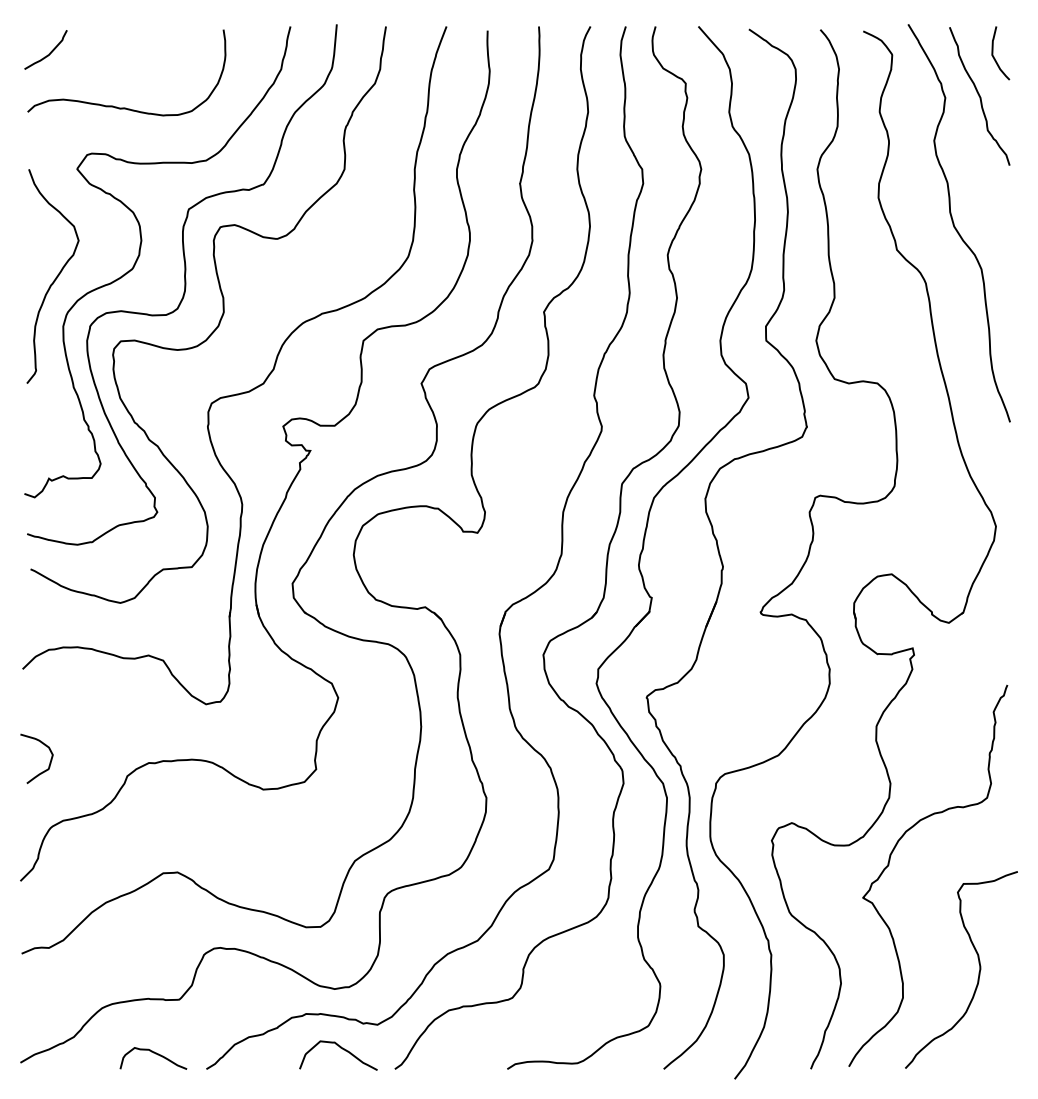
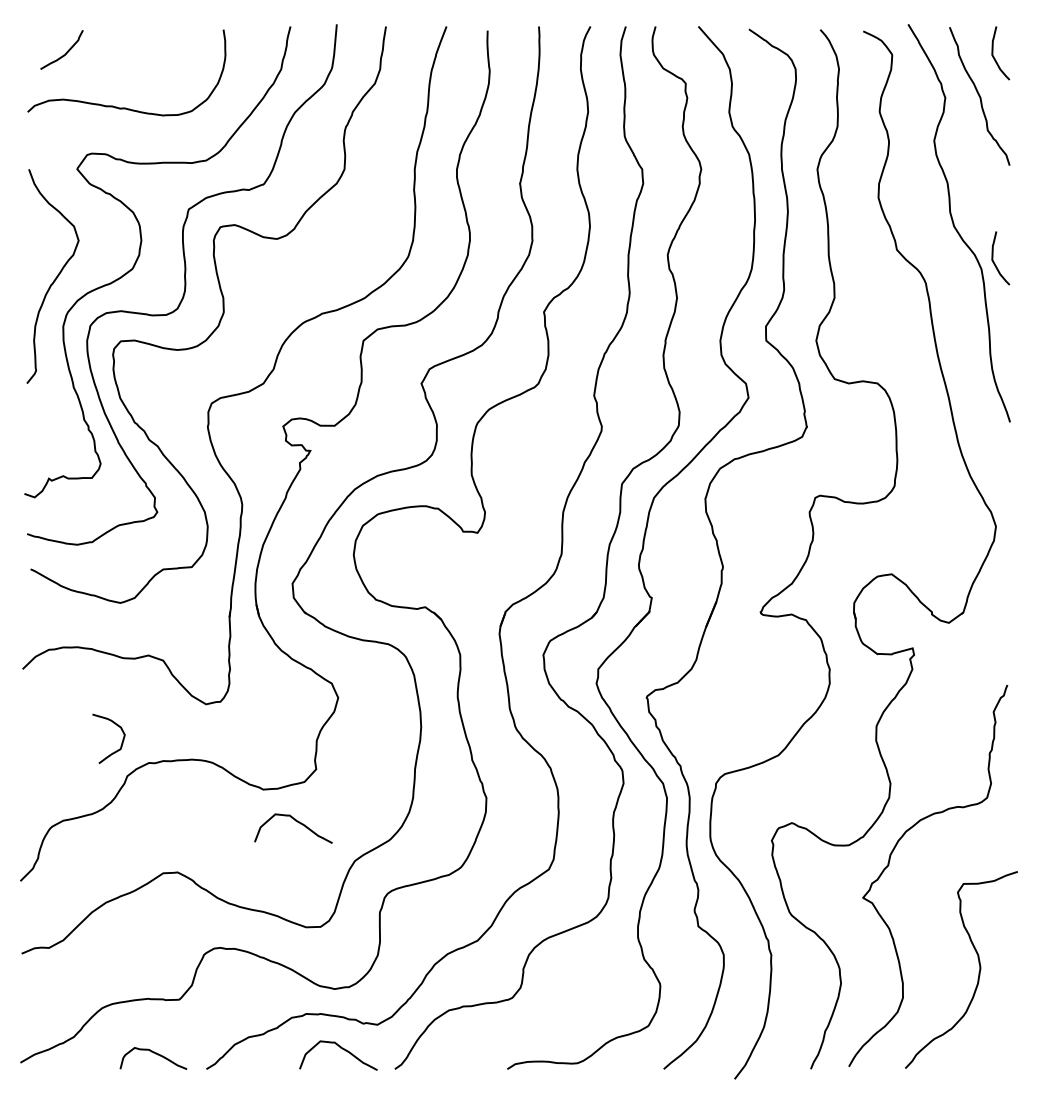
curve at (49, 52) position: (49, 52) -> (65, 52)
curve at (994, 261): none -> present
curve at (49, 762) position: (49, 762) -> (121, 742)
curve at (298, 823): none -> present
